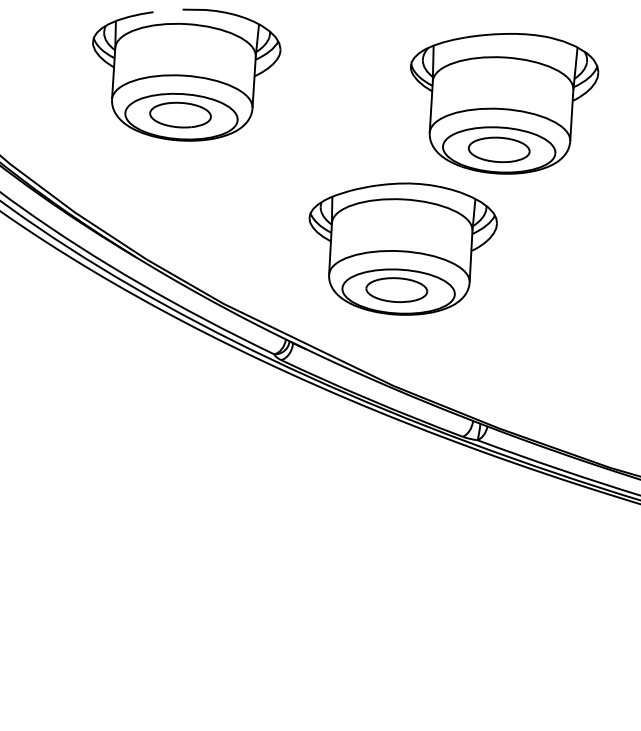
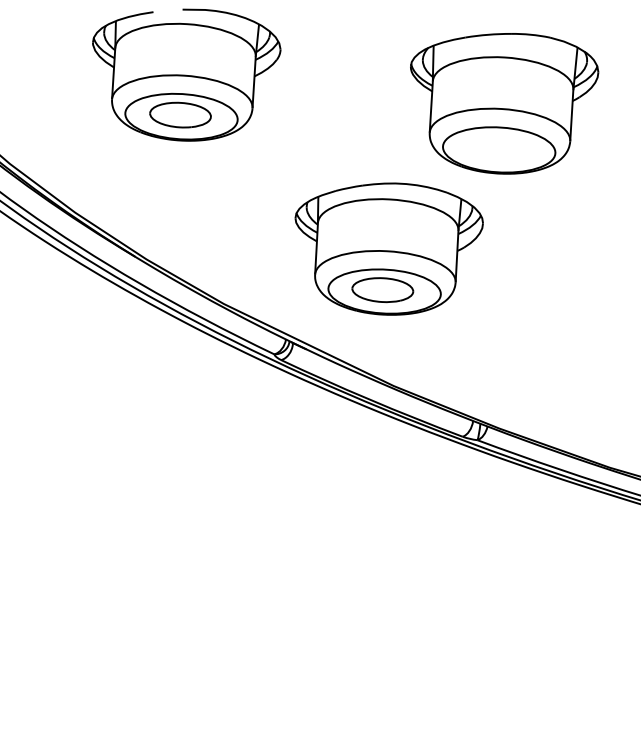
part at (498, 149): present -> none
part at (402, 248) position: (402, 248) -> (388, 248)
